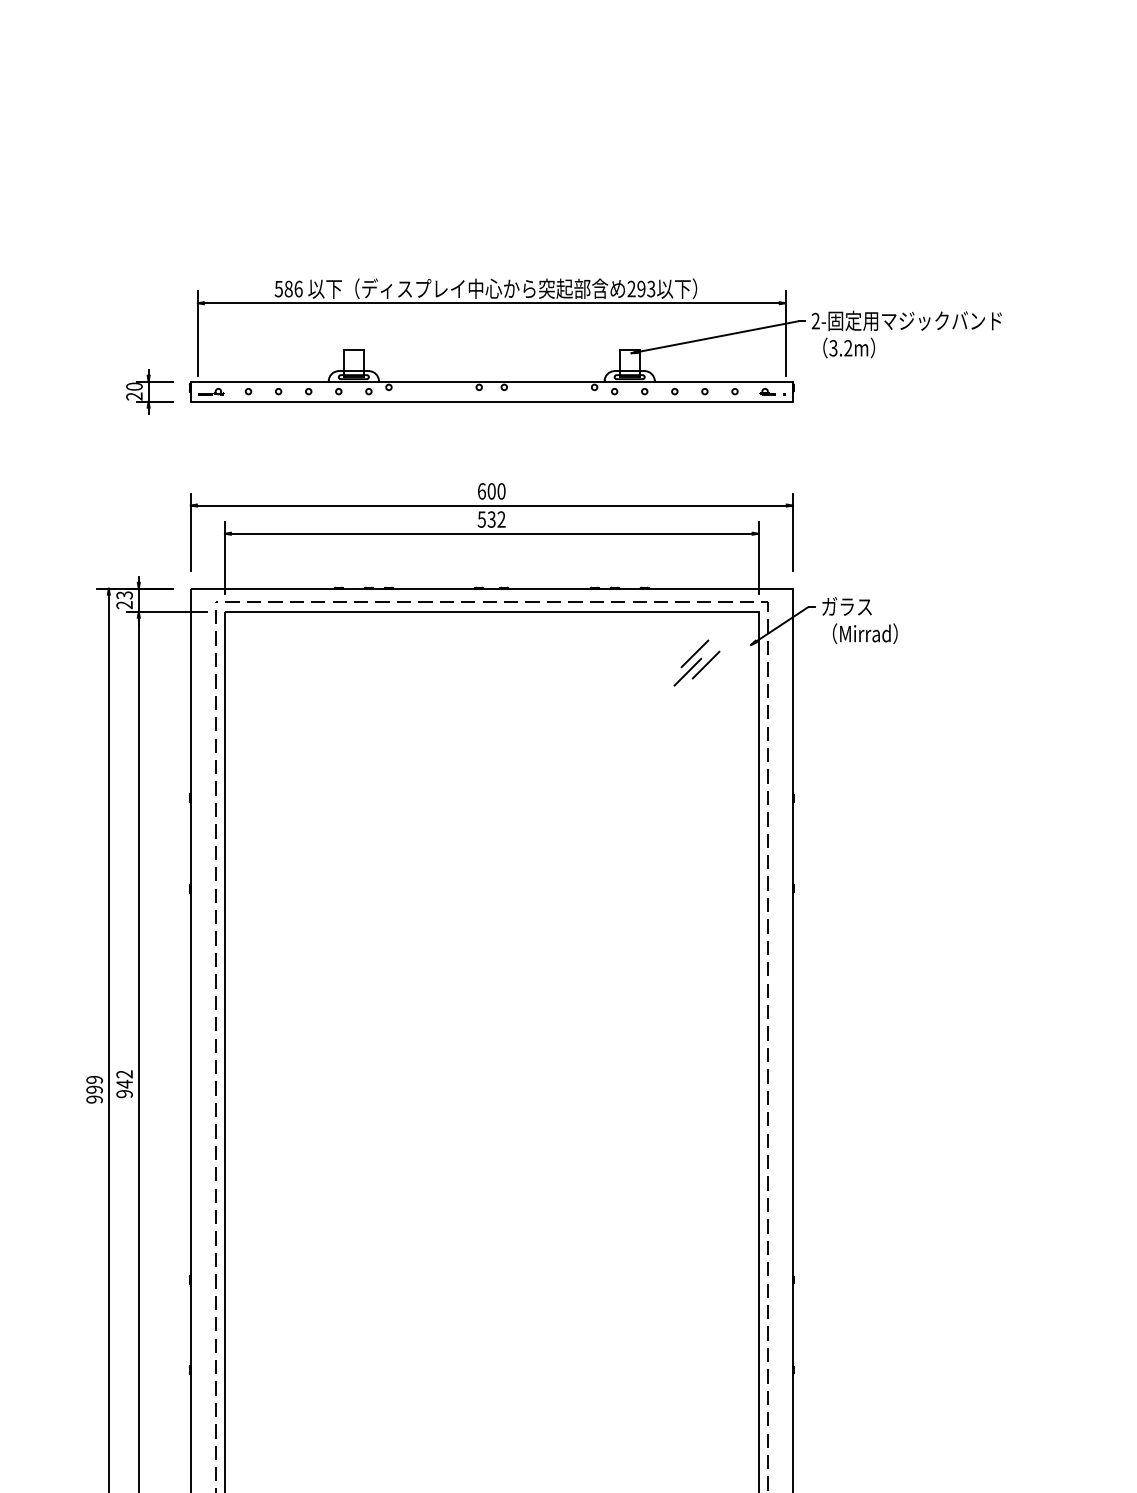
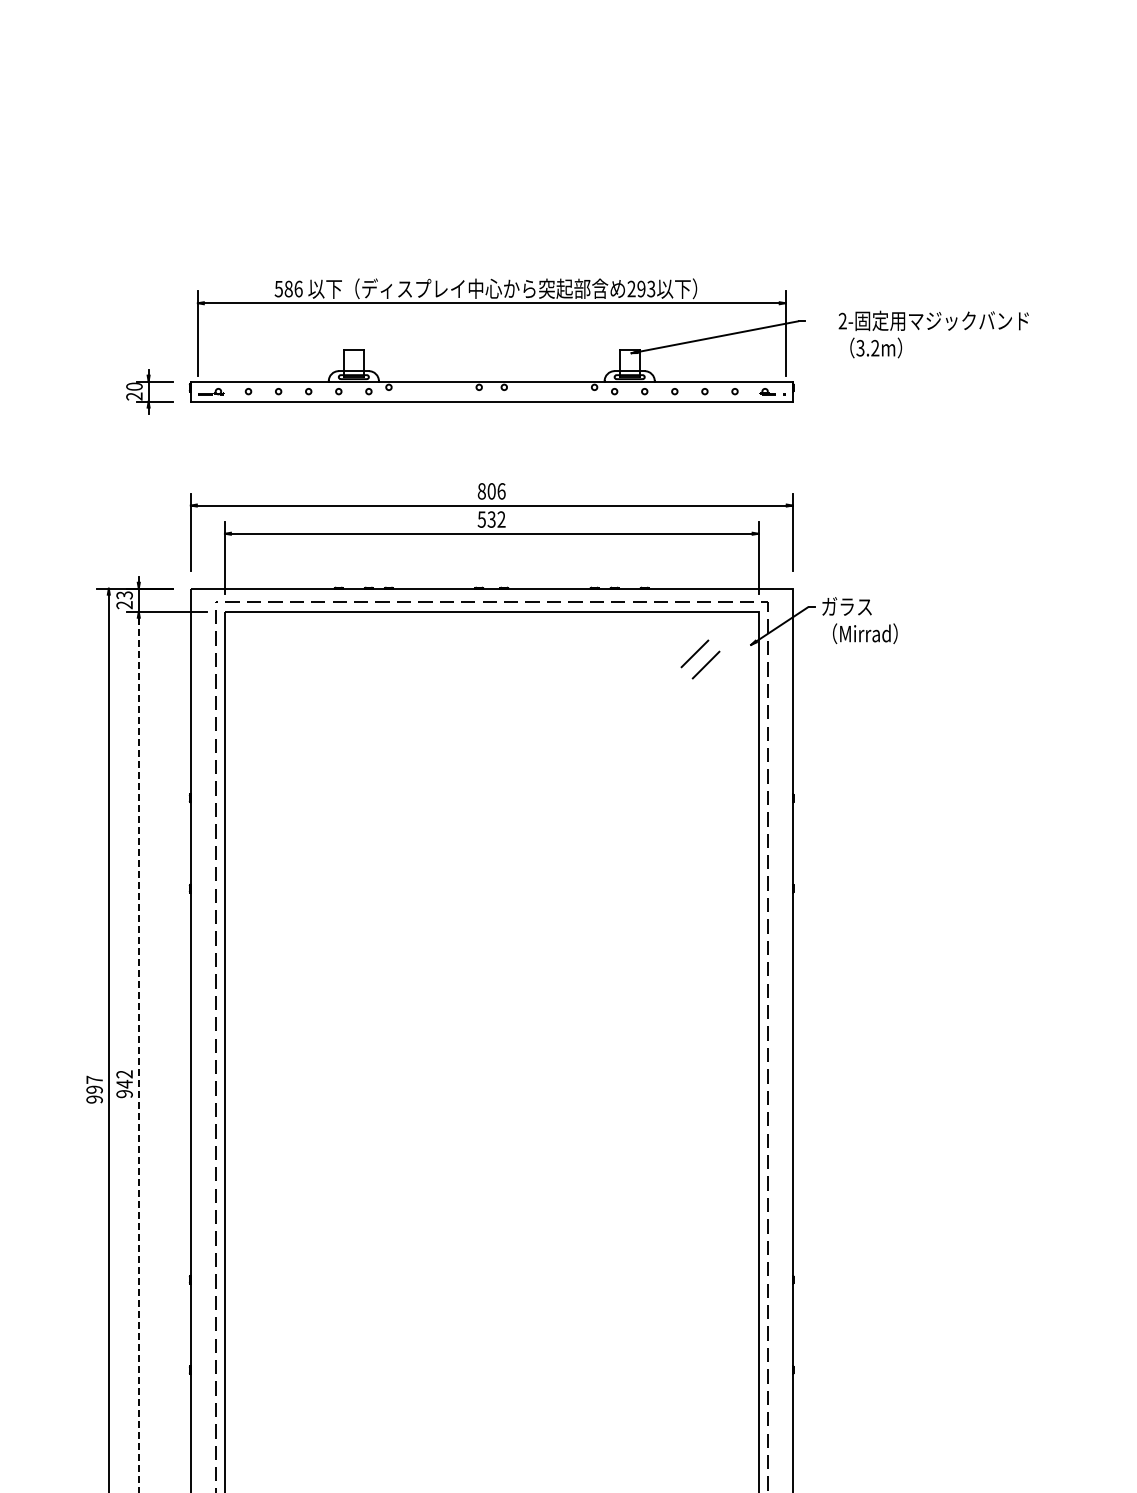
text at (906, 334) position: (906, 334) -> (933, 334)
text at (491, 491): 600 -> 806
line at (687, 671): present -> none
line at (138, 1055): solid -> dashed
text at (94, 1079): 999 -> 997
